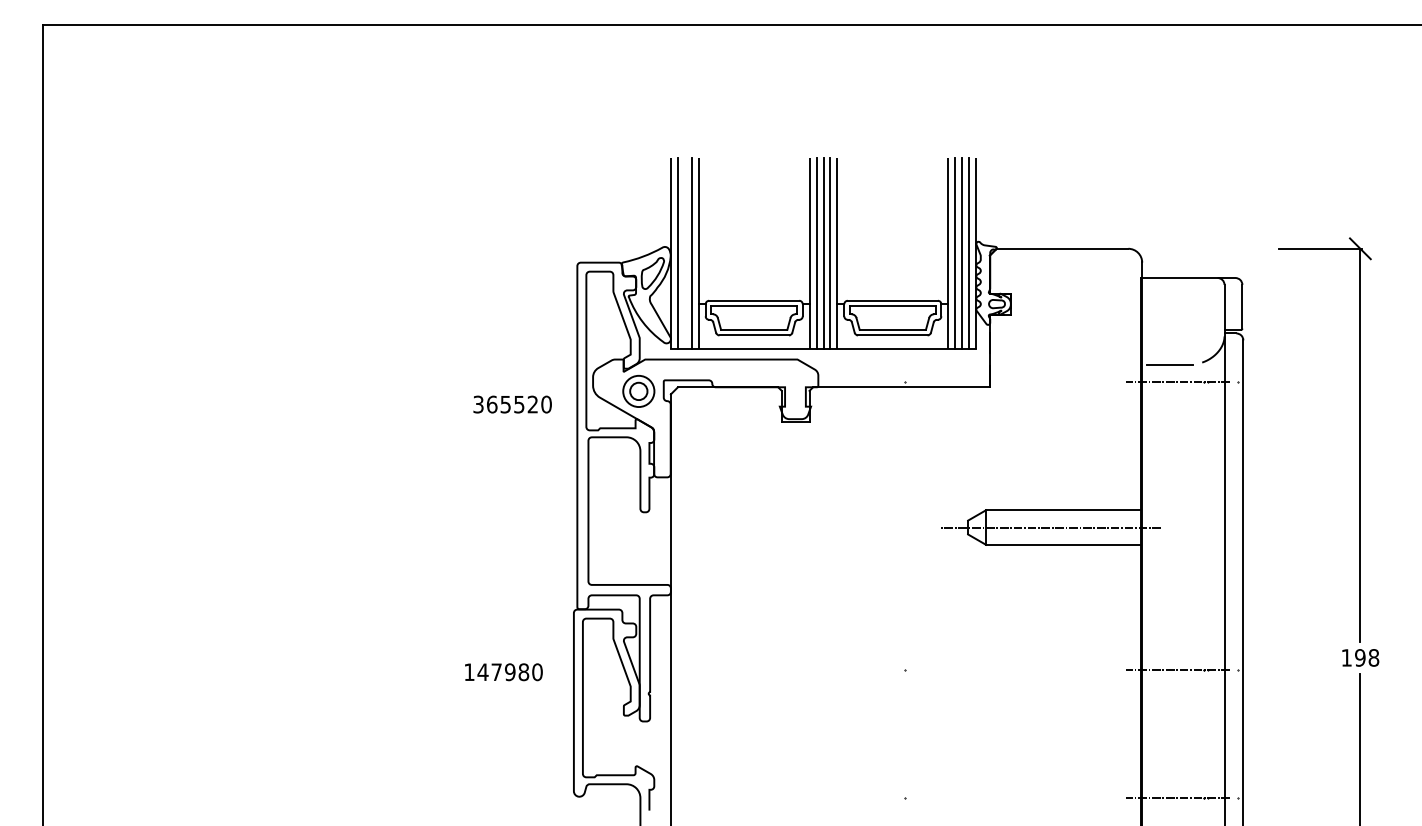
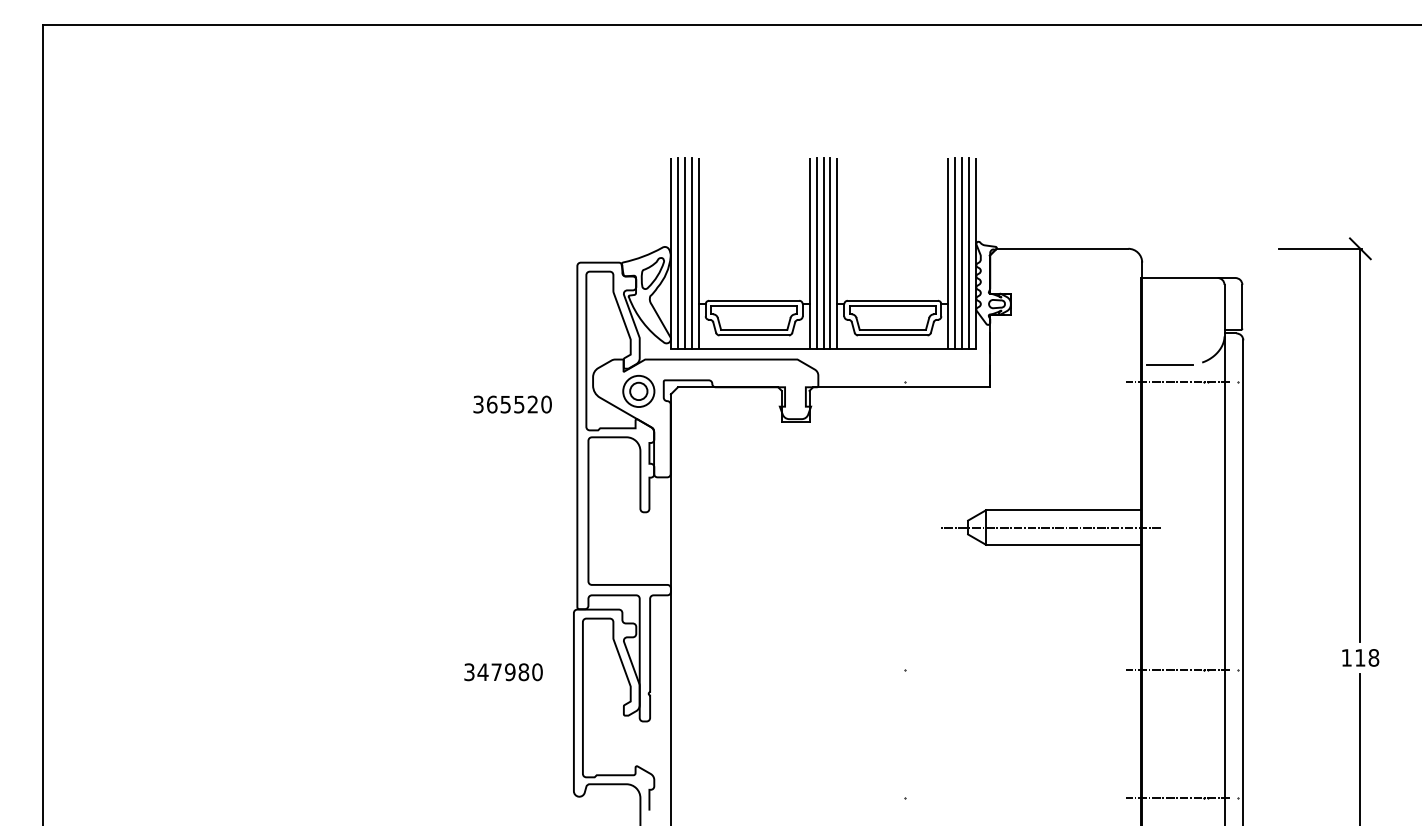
line at (684, 253): none -> present
text at (1360, 657): 198 -> 118
text at (469, 672): 147980 -> 347980
